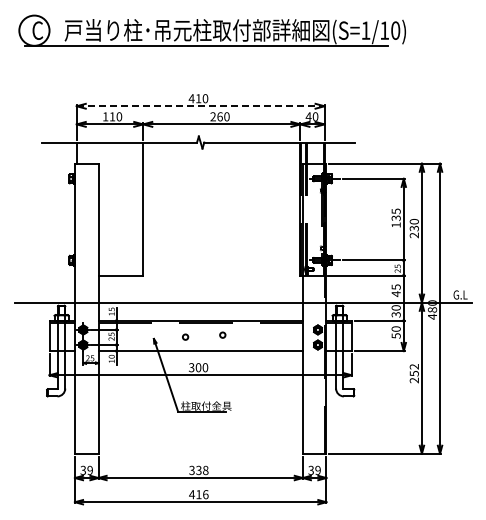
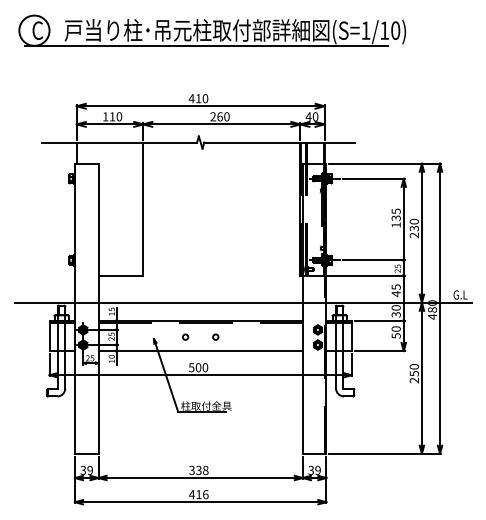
line at (200, 106): dashed -> solid
circle at (222, 334) position: (222, 334) -> (215, 336)
text at (414, 366): 252 -> 250
text at (191, 367): 300 -> 500
